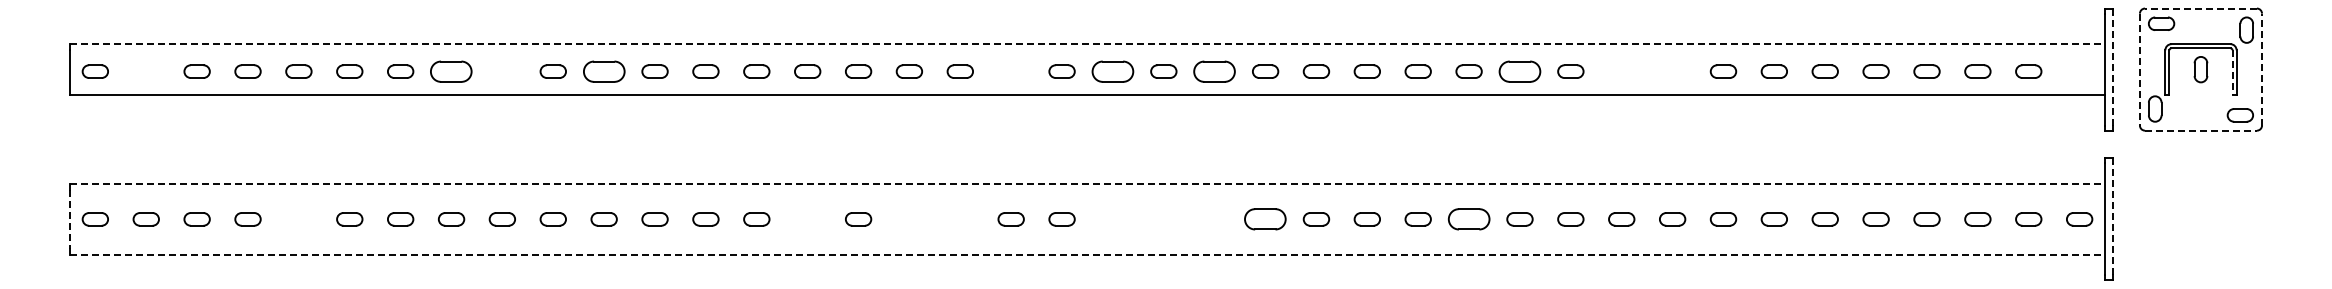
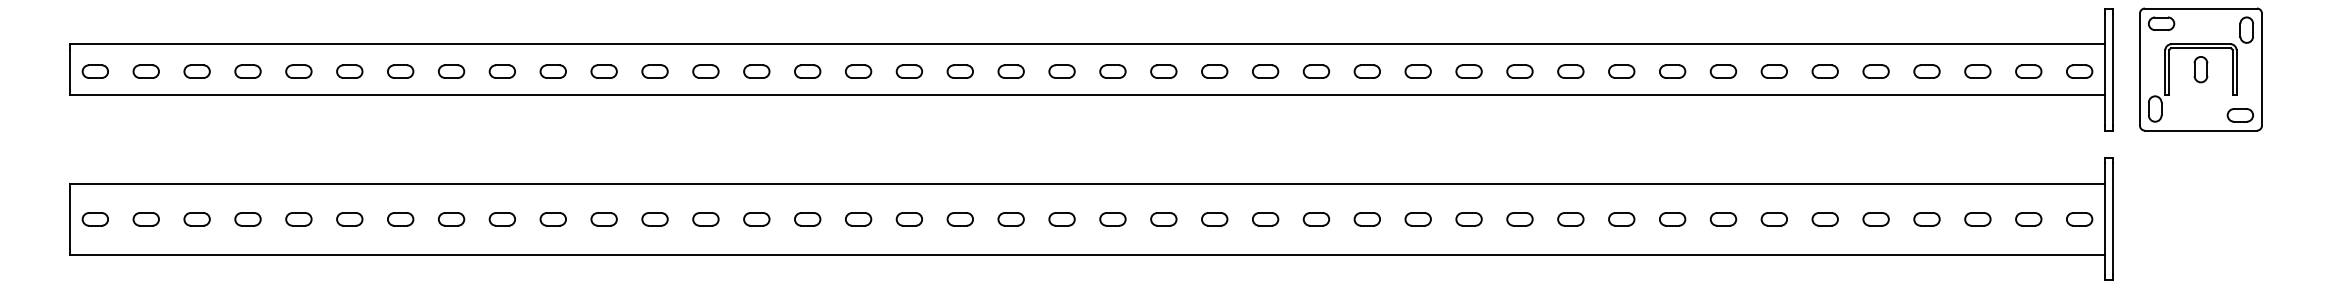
line at (2200, 8): dashed -> solid
line at (1087, 44): dashed -> solid
line at (2113, 69): dashed -> solid
line at (2139, 69): dashed -> solid
line at (2262, 69): dashed -> solid
part at (145, 71): none -> present
part at (451, 71) size: 43x23 px -> 28x15 px
part at (501, 71): none -> present
part at (604, 71) size: 43x23 px -> 28x15 px
part at (1010, 71): none -> present
part at (1112, 71) size: 44x23 px -> 28x15 px
part at (1214, 71) size: 43x23 px -> 28x15 px
part at (1519, 71) size: 44x23 px -> 28x15 px
part at (1621, 71): none -> present
part at (1672, 71): none -> present
part at (2079, 71): none -> present
line at (2232, 73): dashed -> solid
line at (2200, 130): dashed -> solid
line at (1087, 183): dashed -> solid
line at (69, 219): dashed -> solid
part at (298, 219): none -> present
part at (807, 219): none -> present
part at (908, 219): none -> present
part at (959, 219): none -> present
part at (1112, 219): none -> present
part at (1163, 219): none -> present
part at (1214, 219): none -> present
part at (1265, 219) size: 43x23 px -> 28x15 px
part at (1468, 219) size: 44x23 px -> 28x15 px
line at (2113, 219): dashed -> solid
line at (1087, 255): dashed -> solid
